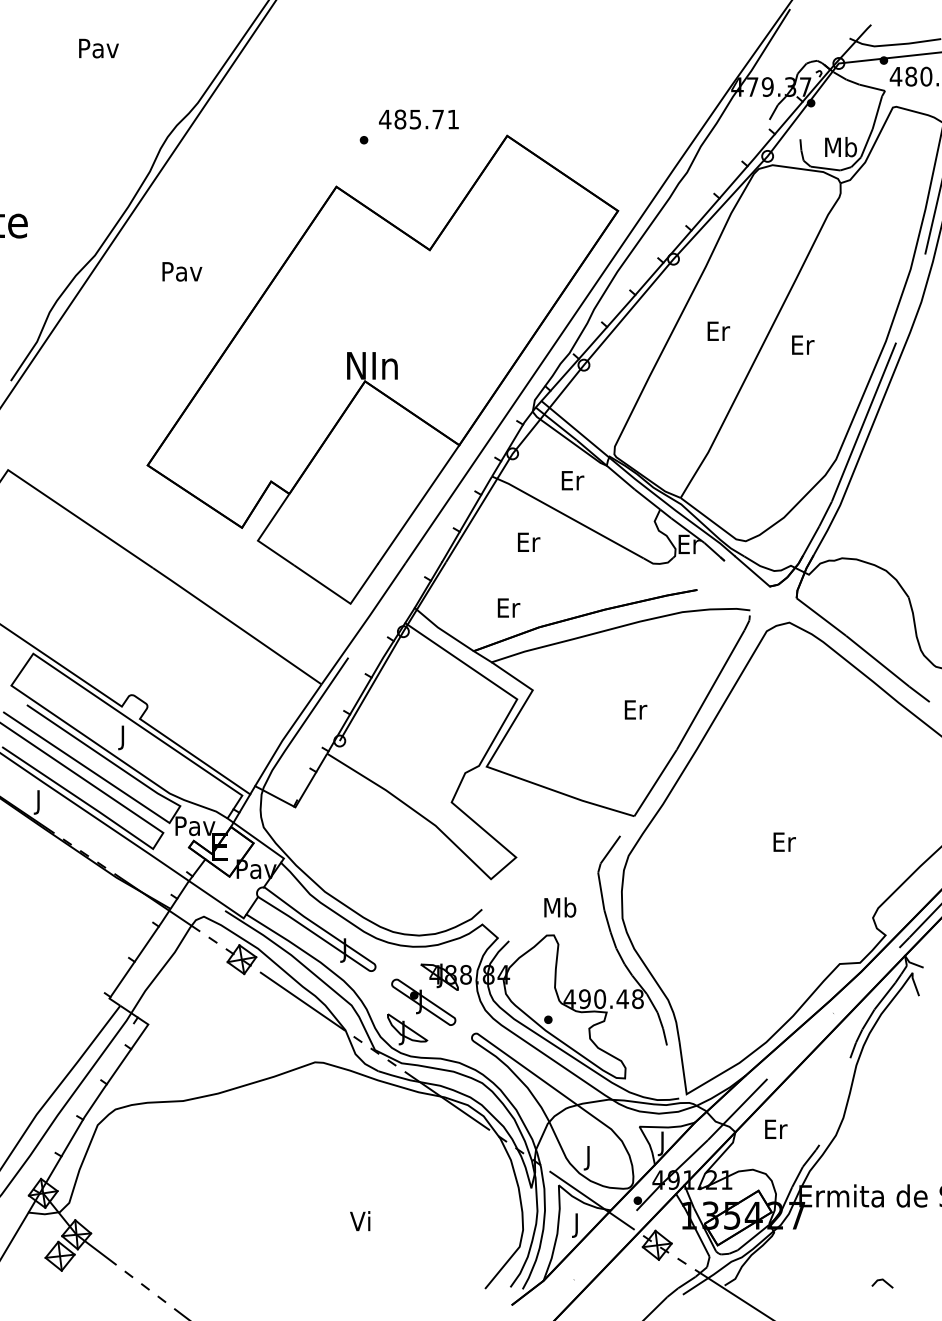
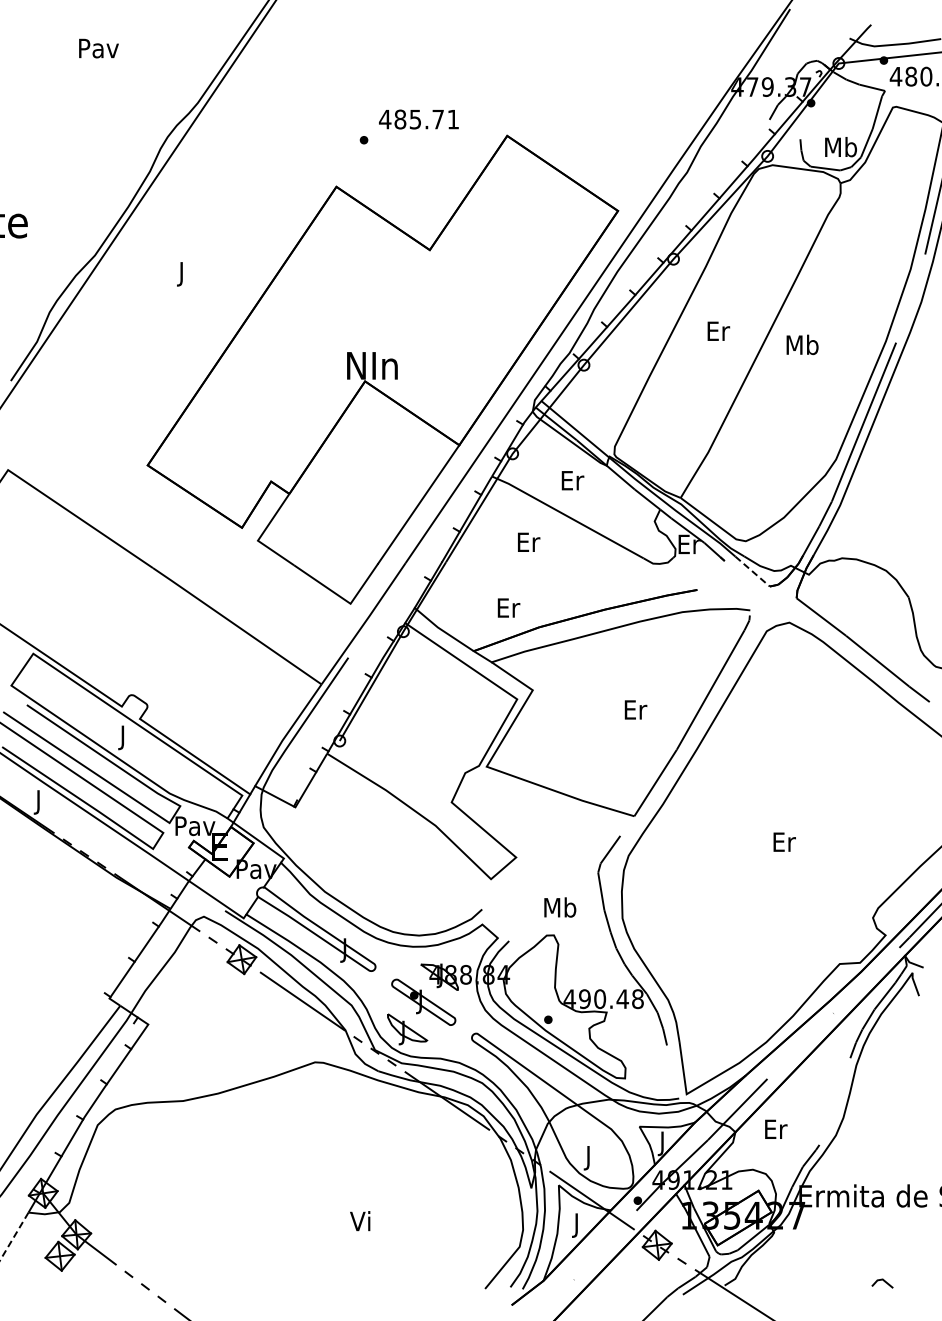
text at (182, 274): Pav -> J
text at (802, 344): Er -> Mb
line at (752, 571): solid -> dashed
line at (14, 1236): solid -> dashed
